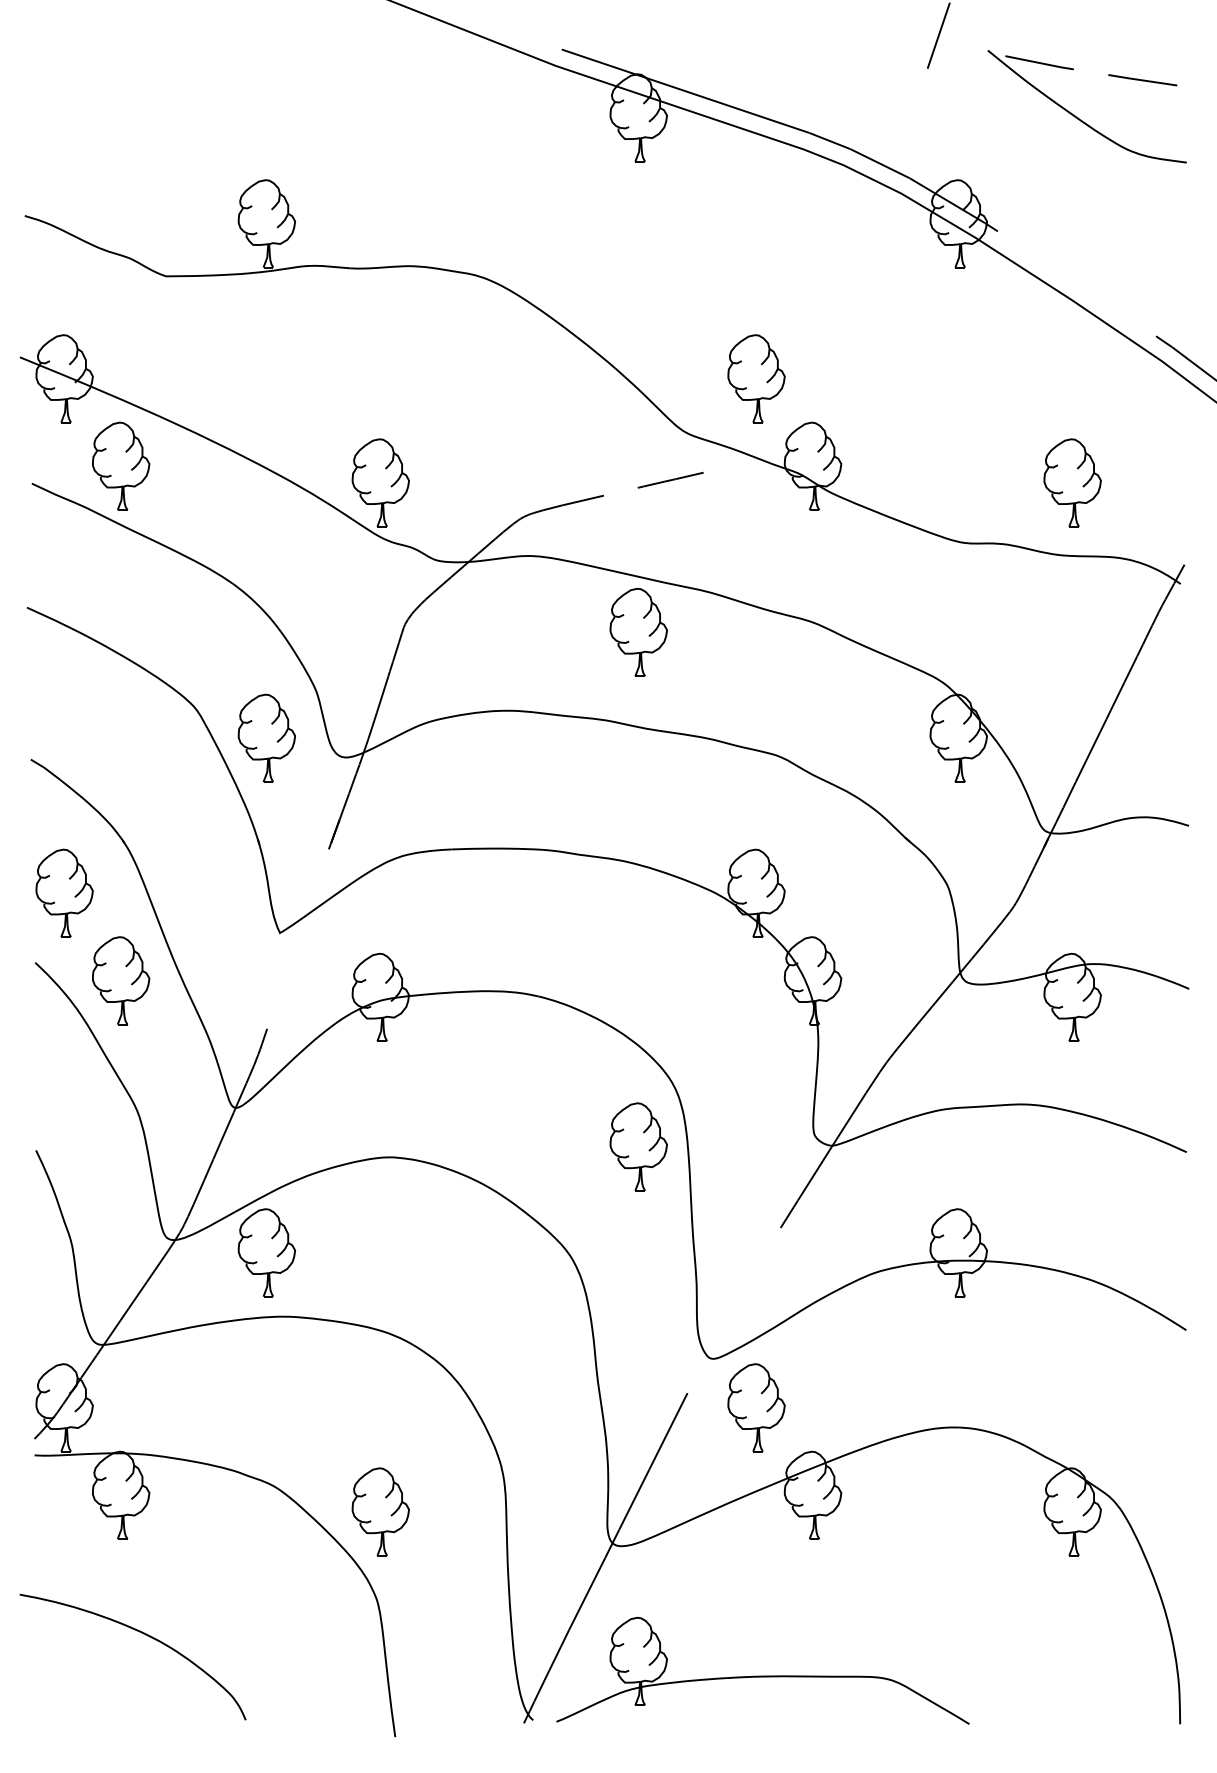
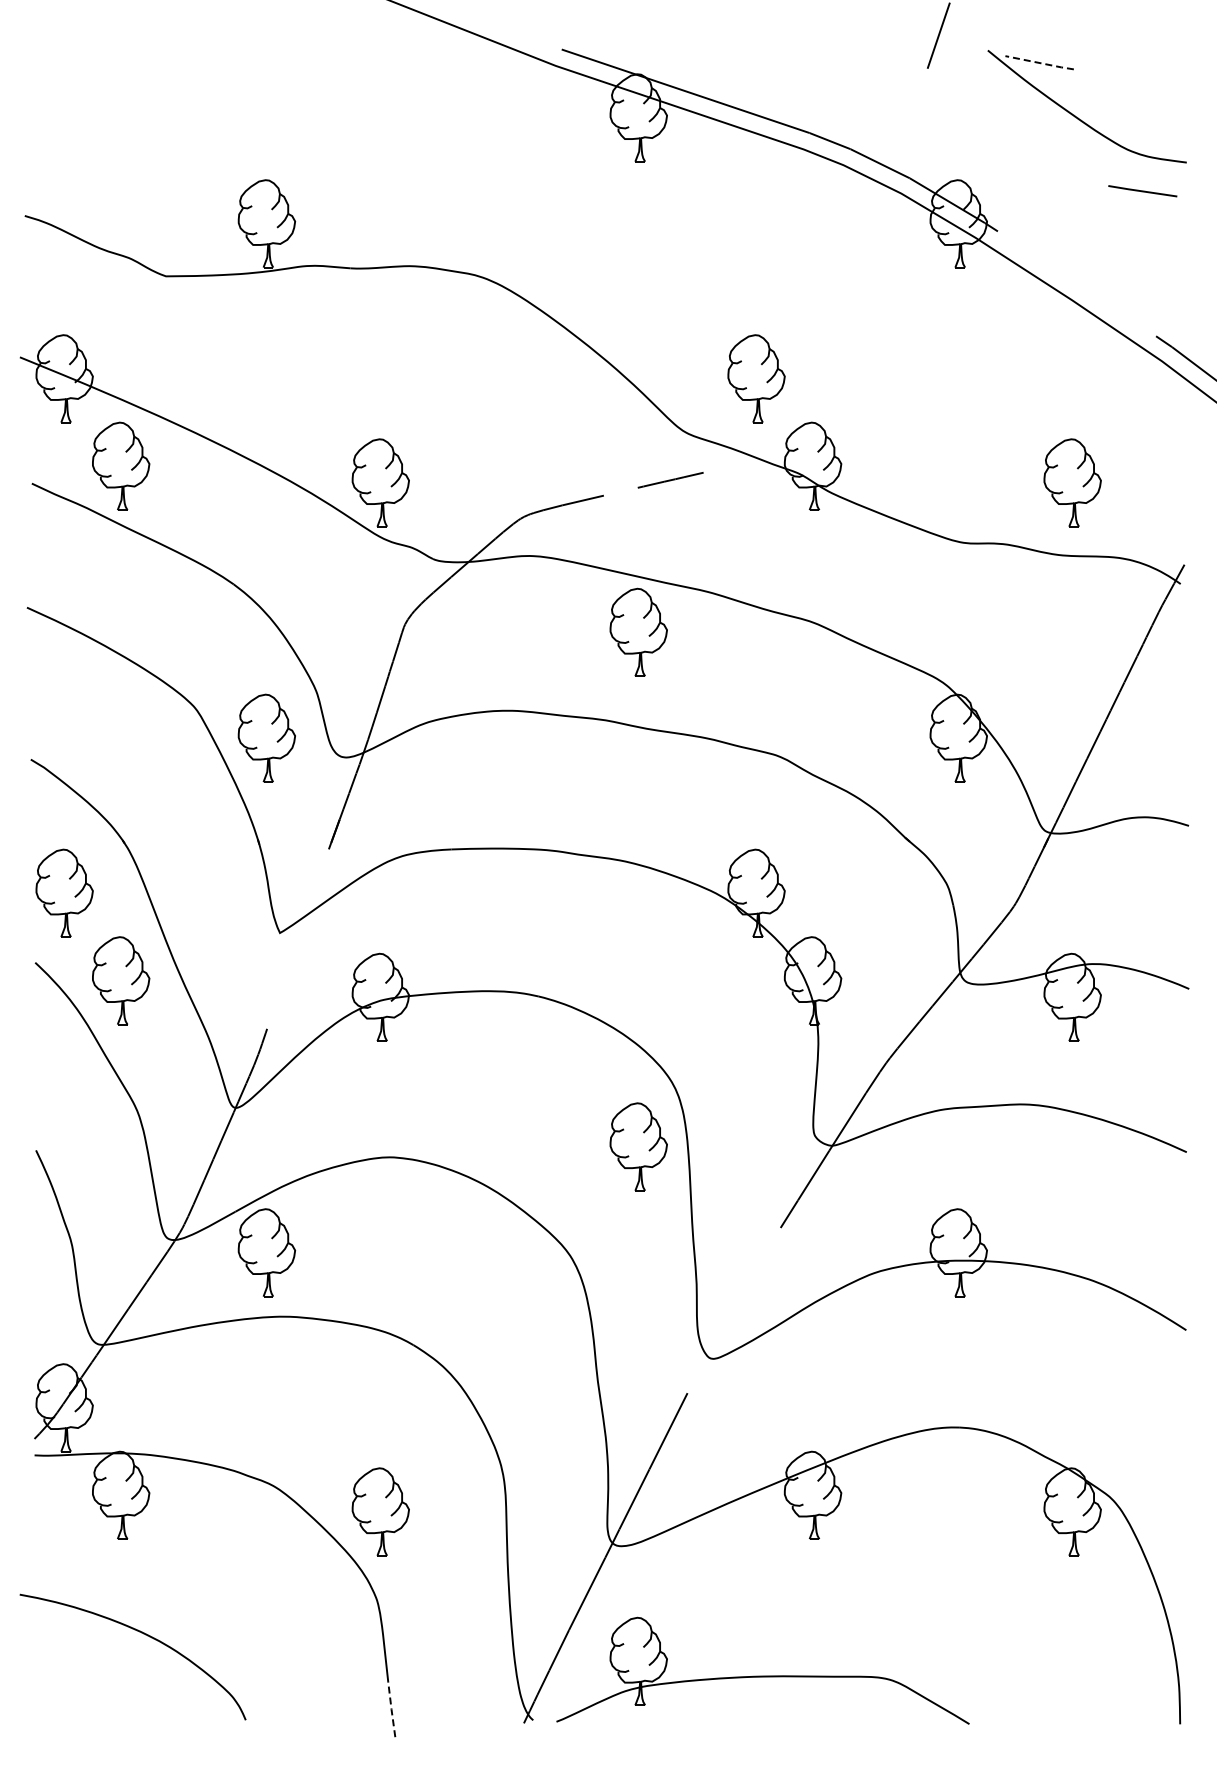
line at (1040, 63): solid -> dashed
line at (1142, 80) position: (1142, 80) -> (1142, 191)
part at (756, 1407): present -> none
line at (391, 1709): solid -> dashed
